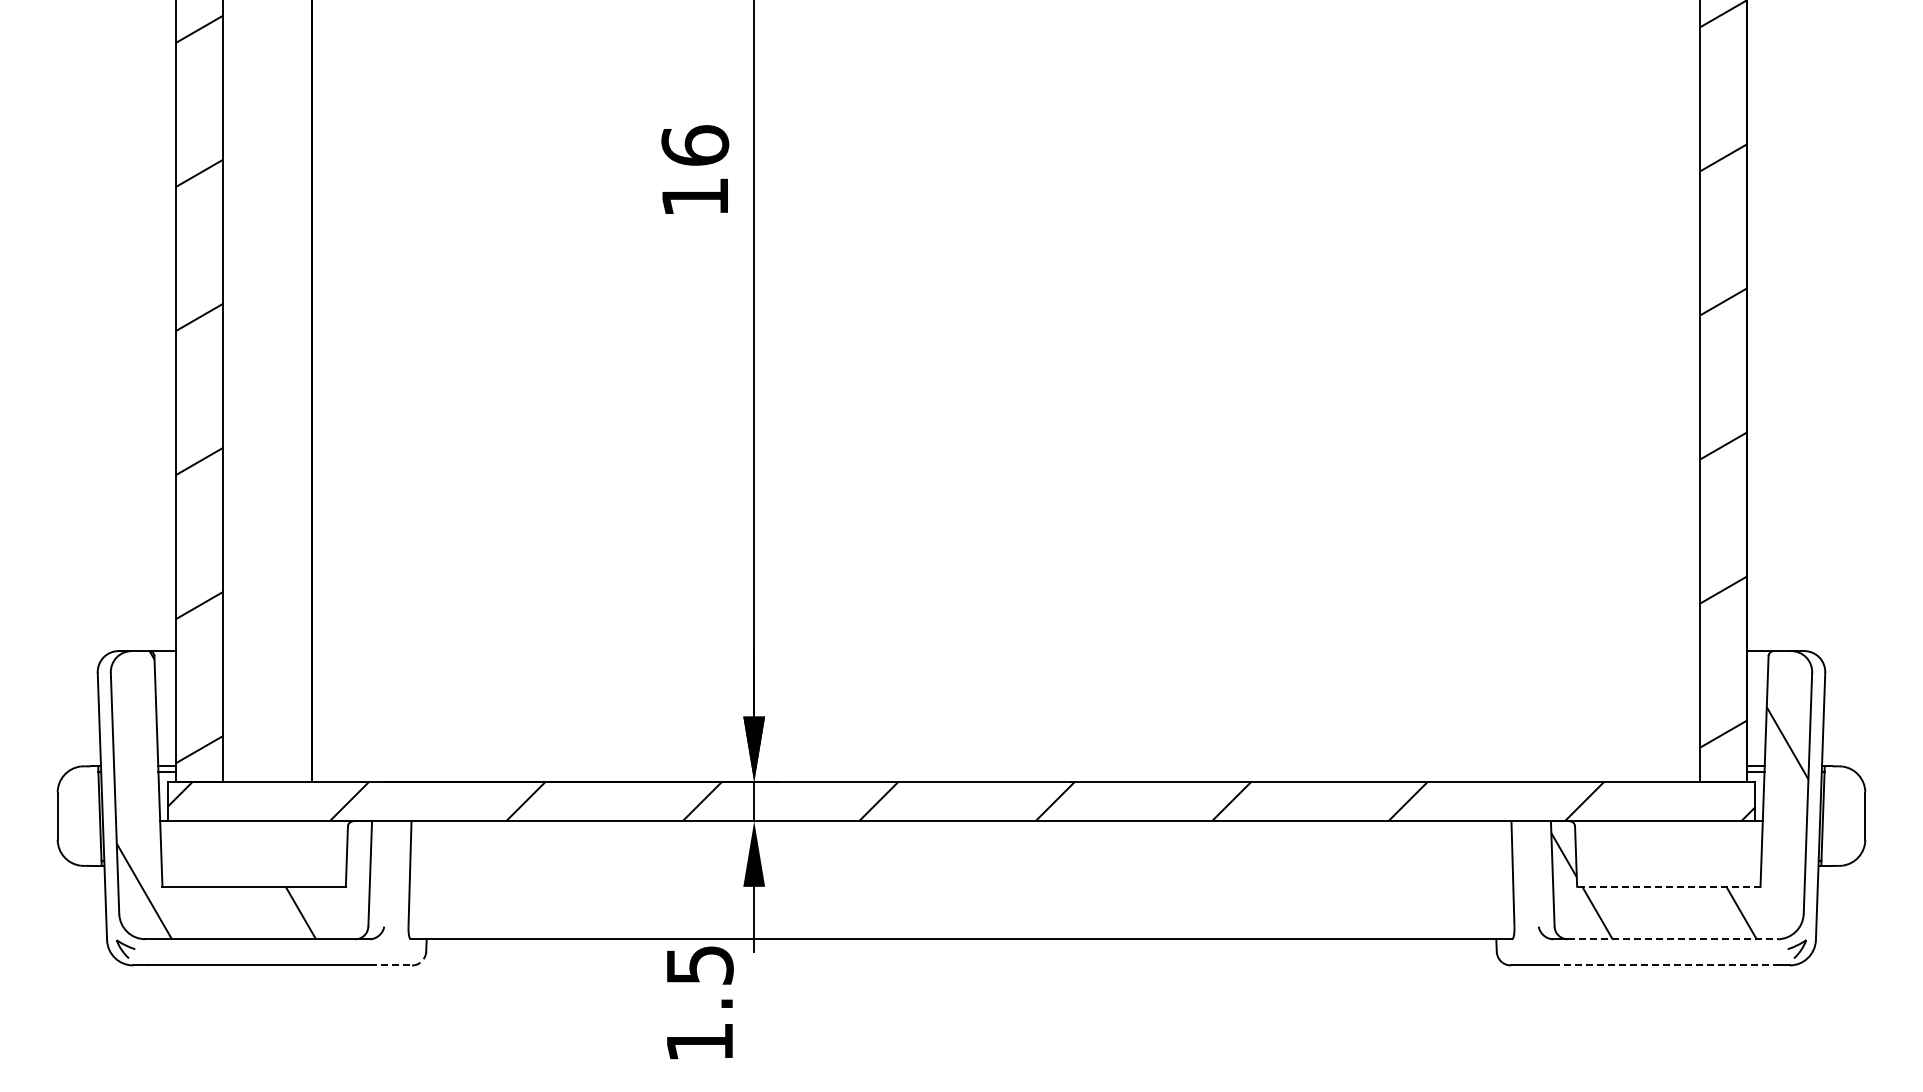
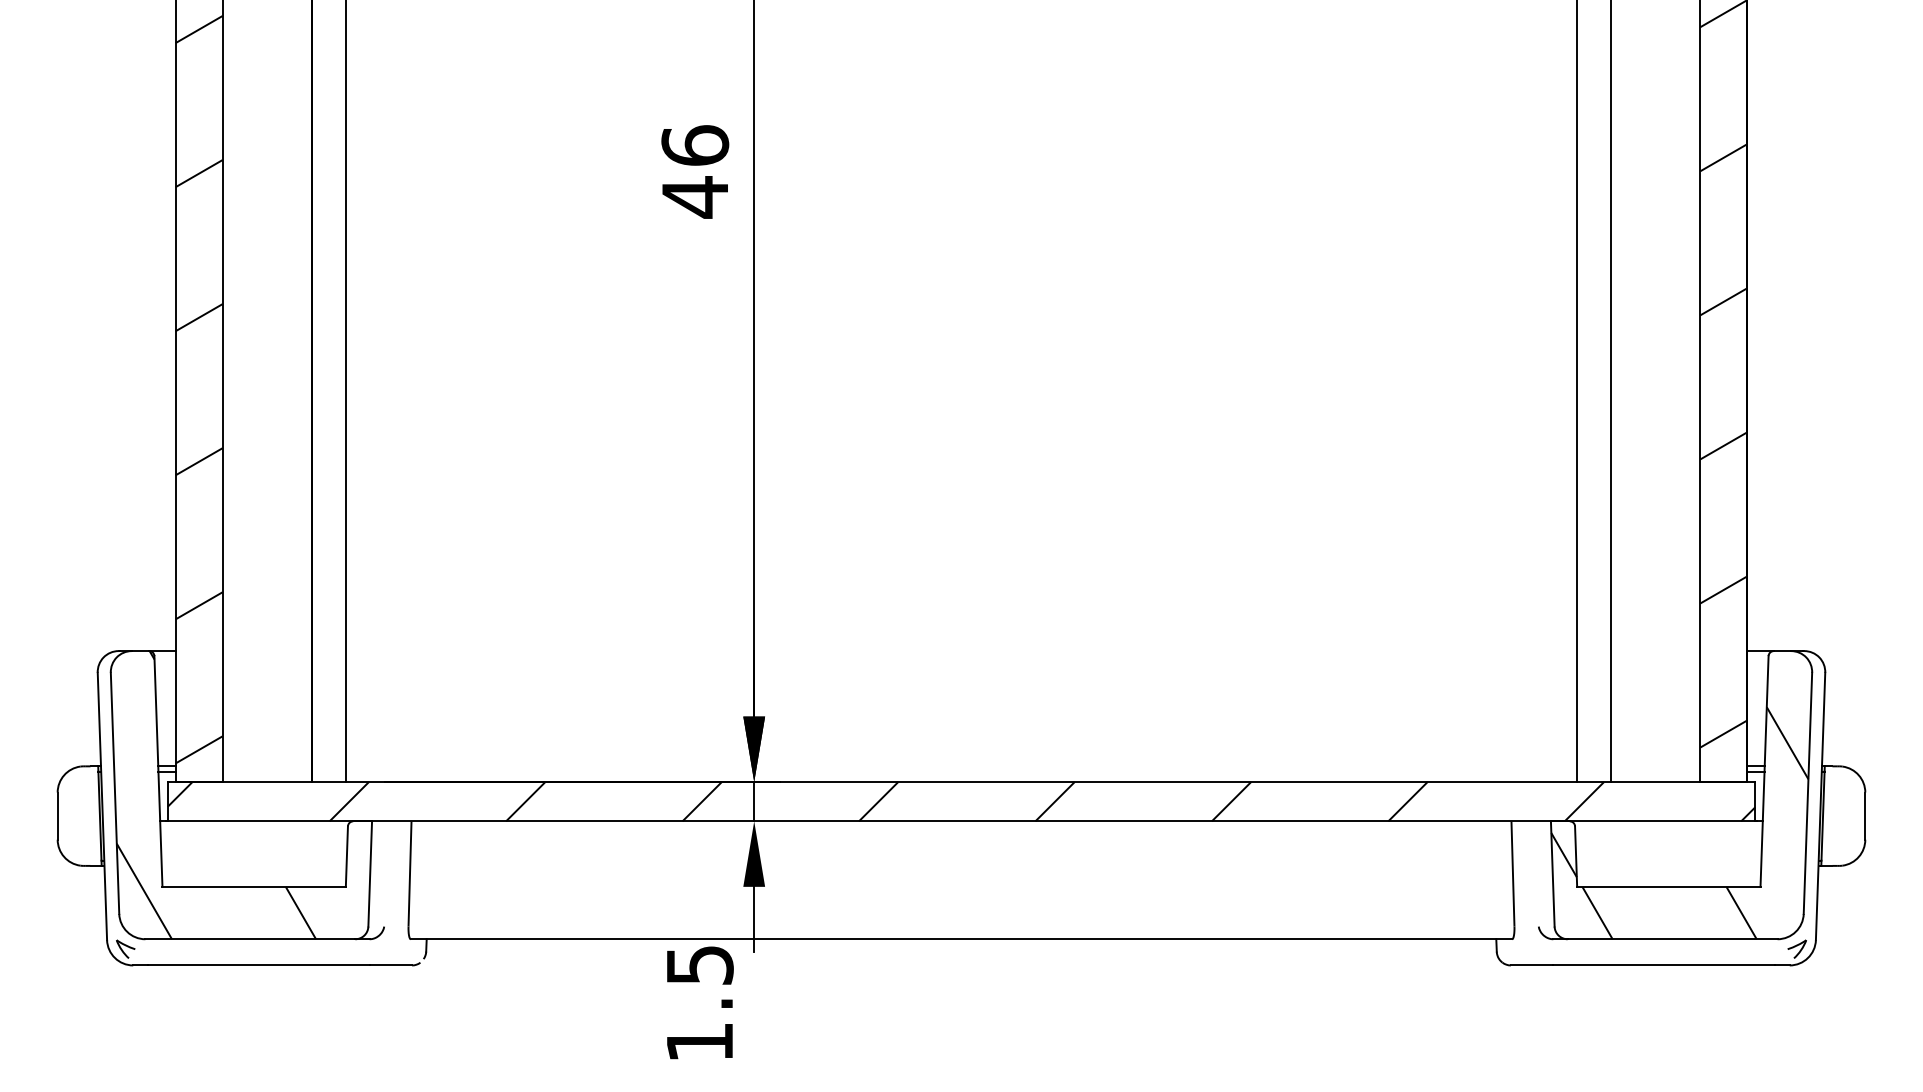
text at (694, 197): 16 -> 46
line at (345, 392): none -> present
line at (1577, 392): none -> present
line at (1611, 392): none -> present
line at (1668, 886): dashed -> solid
line at (1672, 939): dashed -> solid
line at (391, 965): dashed -> solid
line at (1664, 965): dashed -> solid
